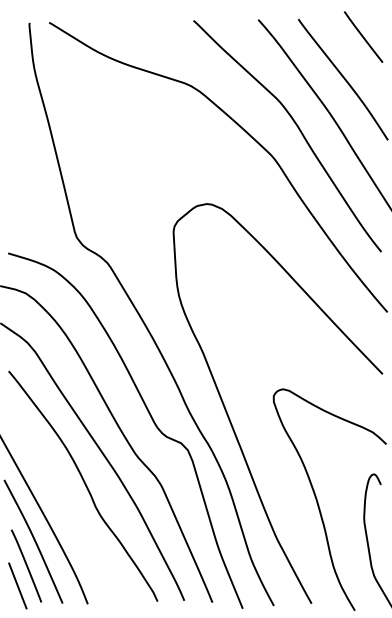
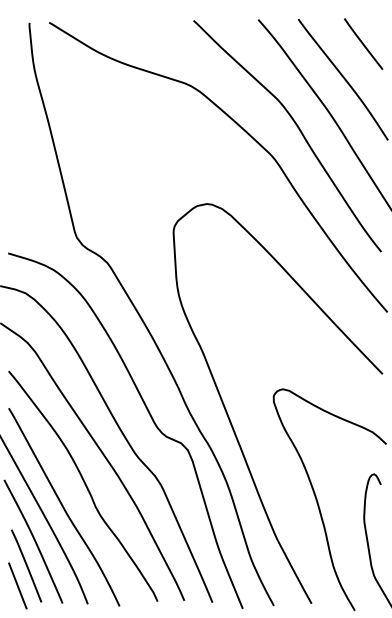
line at (363, 36) position: (363, 36) -> (363, 43)
curve at (64, 507): none -> present
